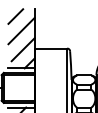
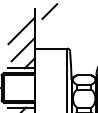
line at (15, 16) position: (15, 16) -> (49, 11)
